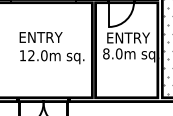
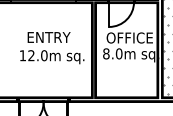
text at (40, 37) position: (40, 37) -> (48, 37)
text at (129, 37): ENTRY -> OFFICE
